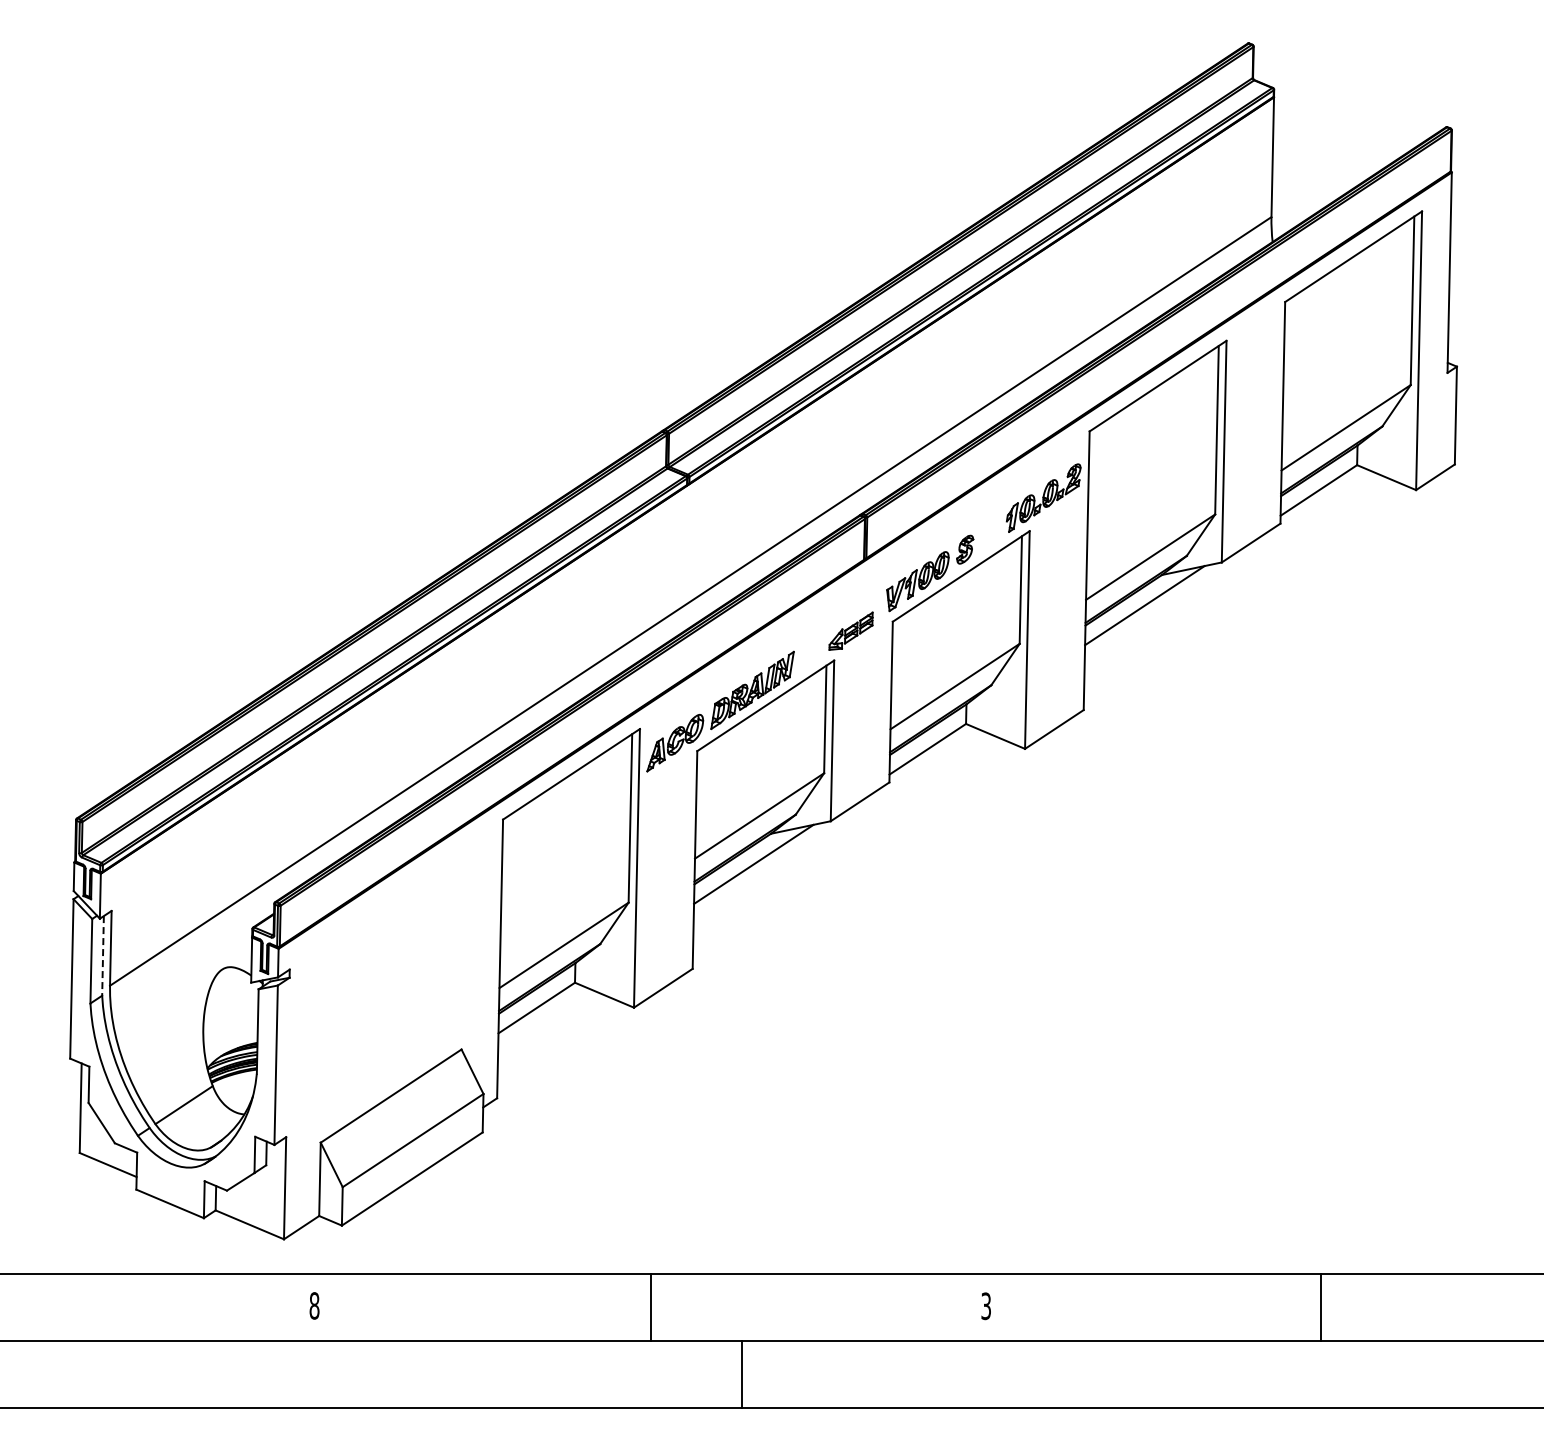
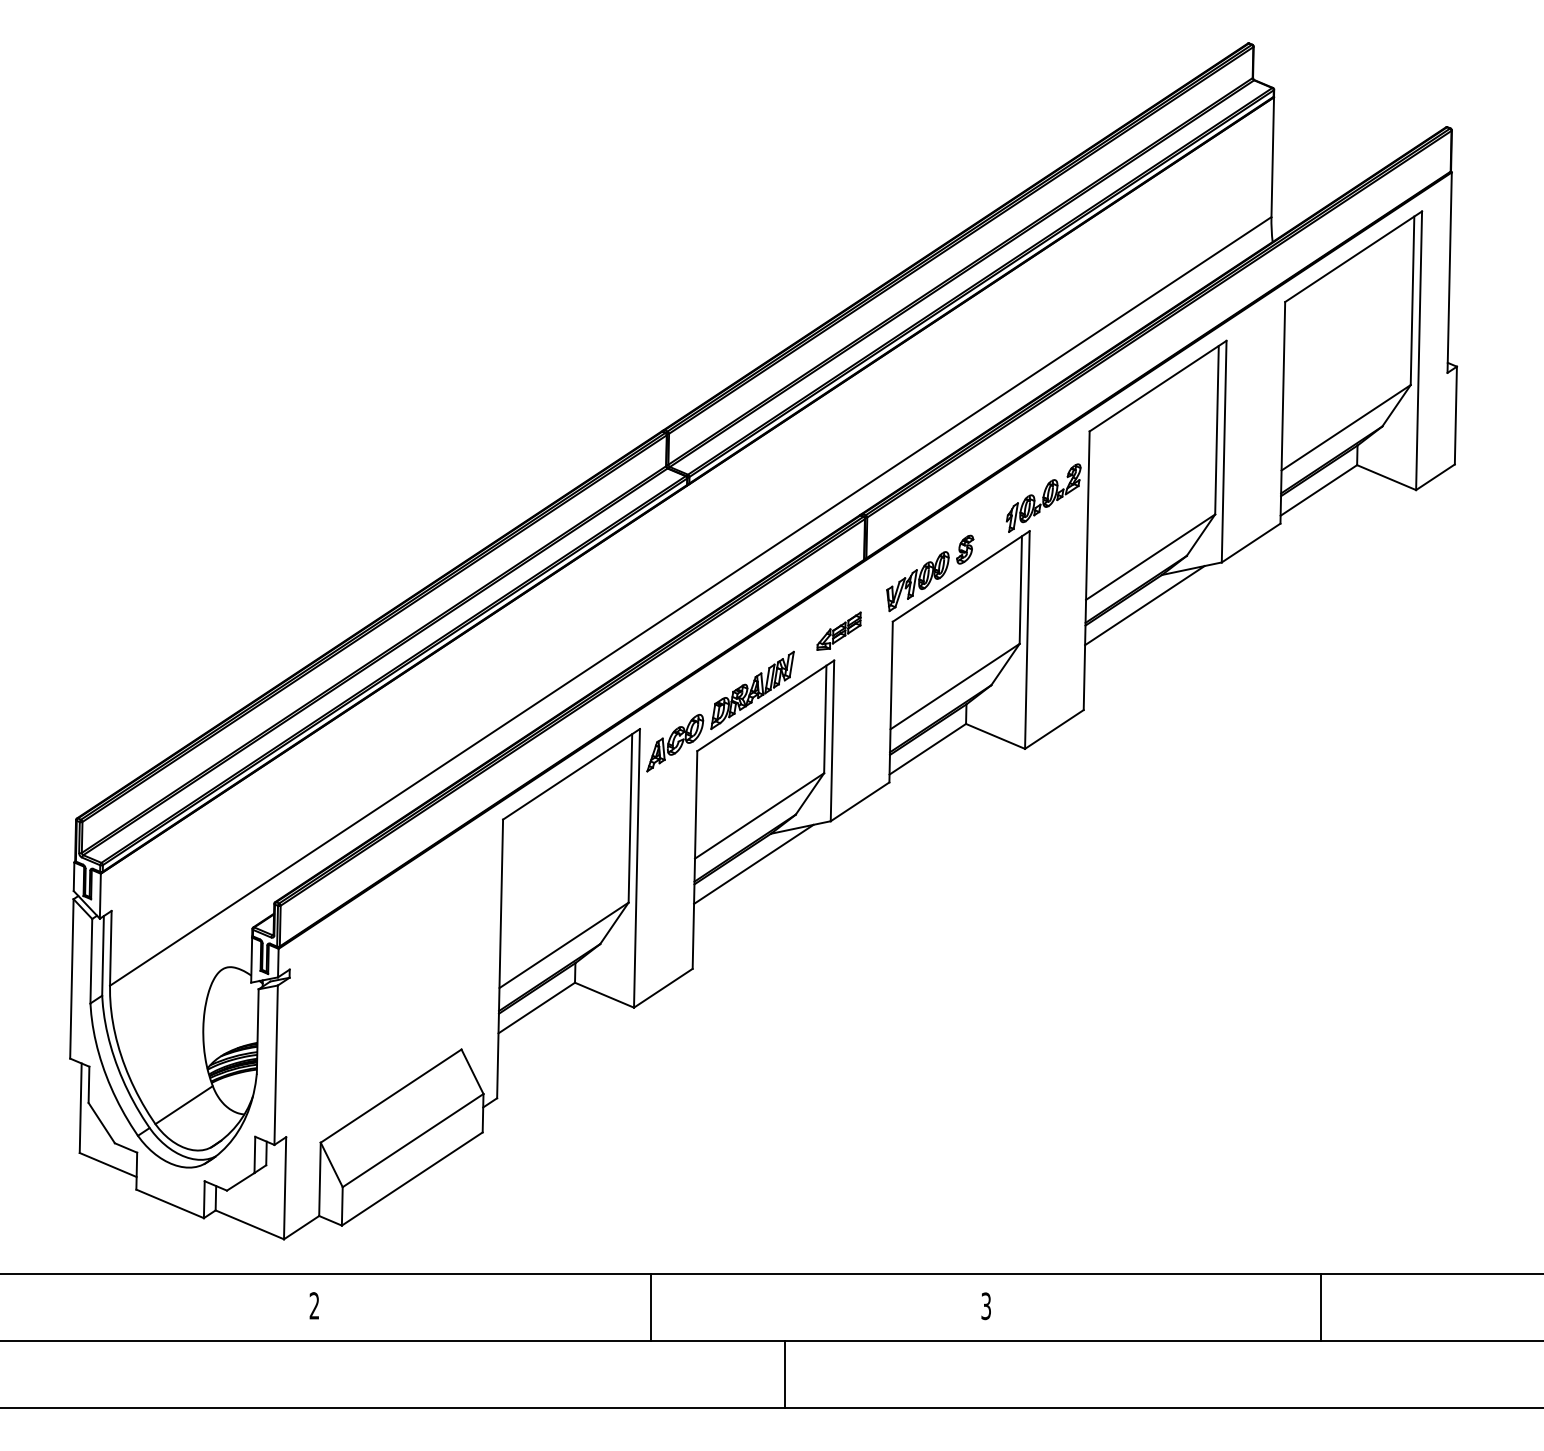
part at (850, 630) position: (850, 630) -> (838, 630)
line at (103, 955): dashed -> solid
text at (314, 1305): 8 -> 2
line at (741, 1373) position: (741, 1373) -> (784, 1373)
